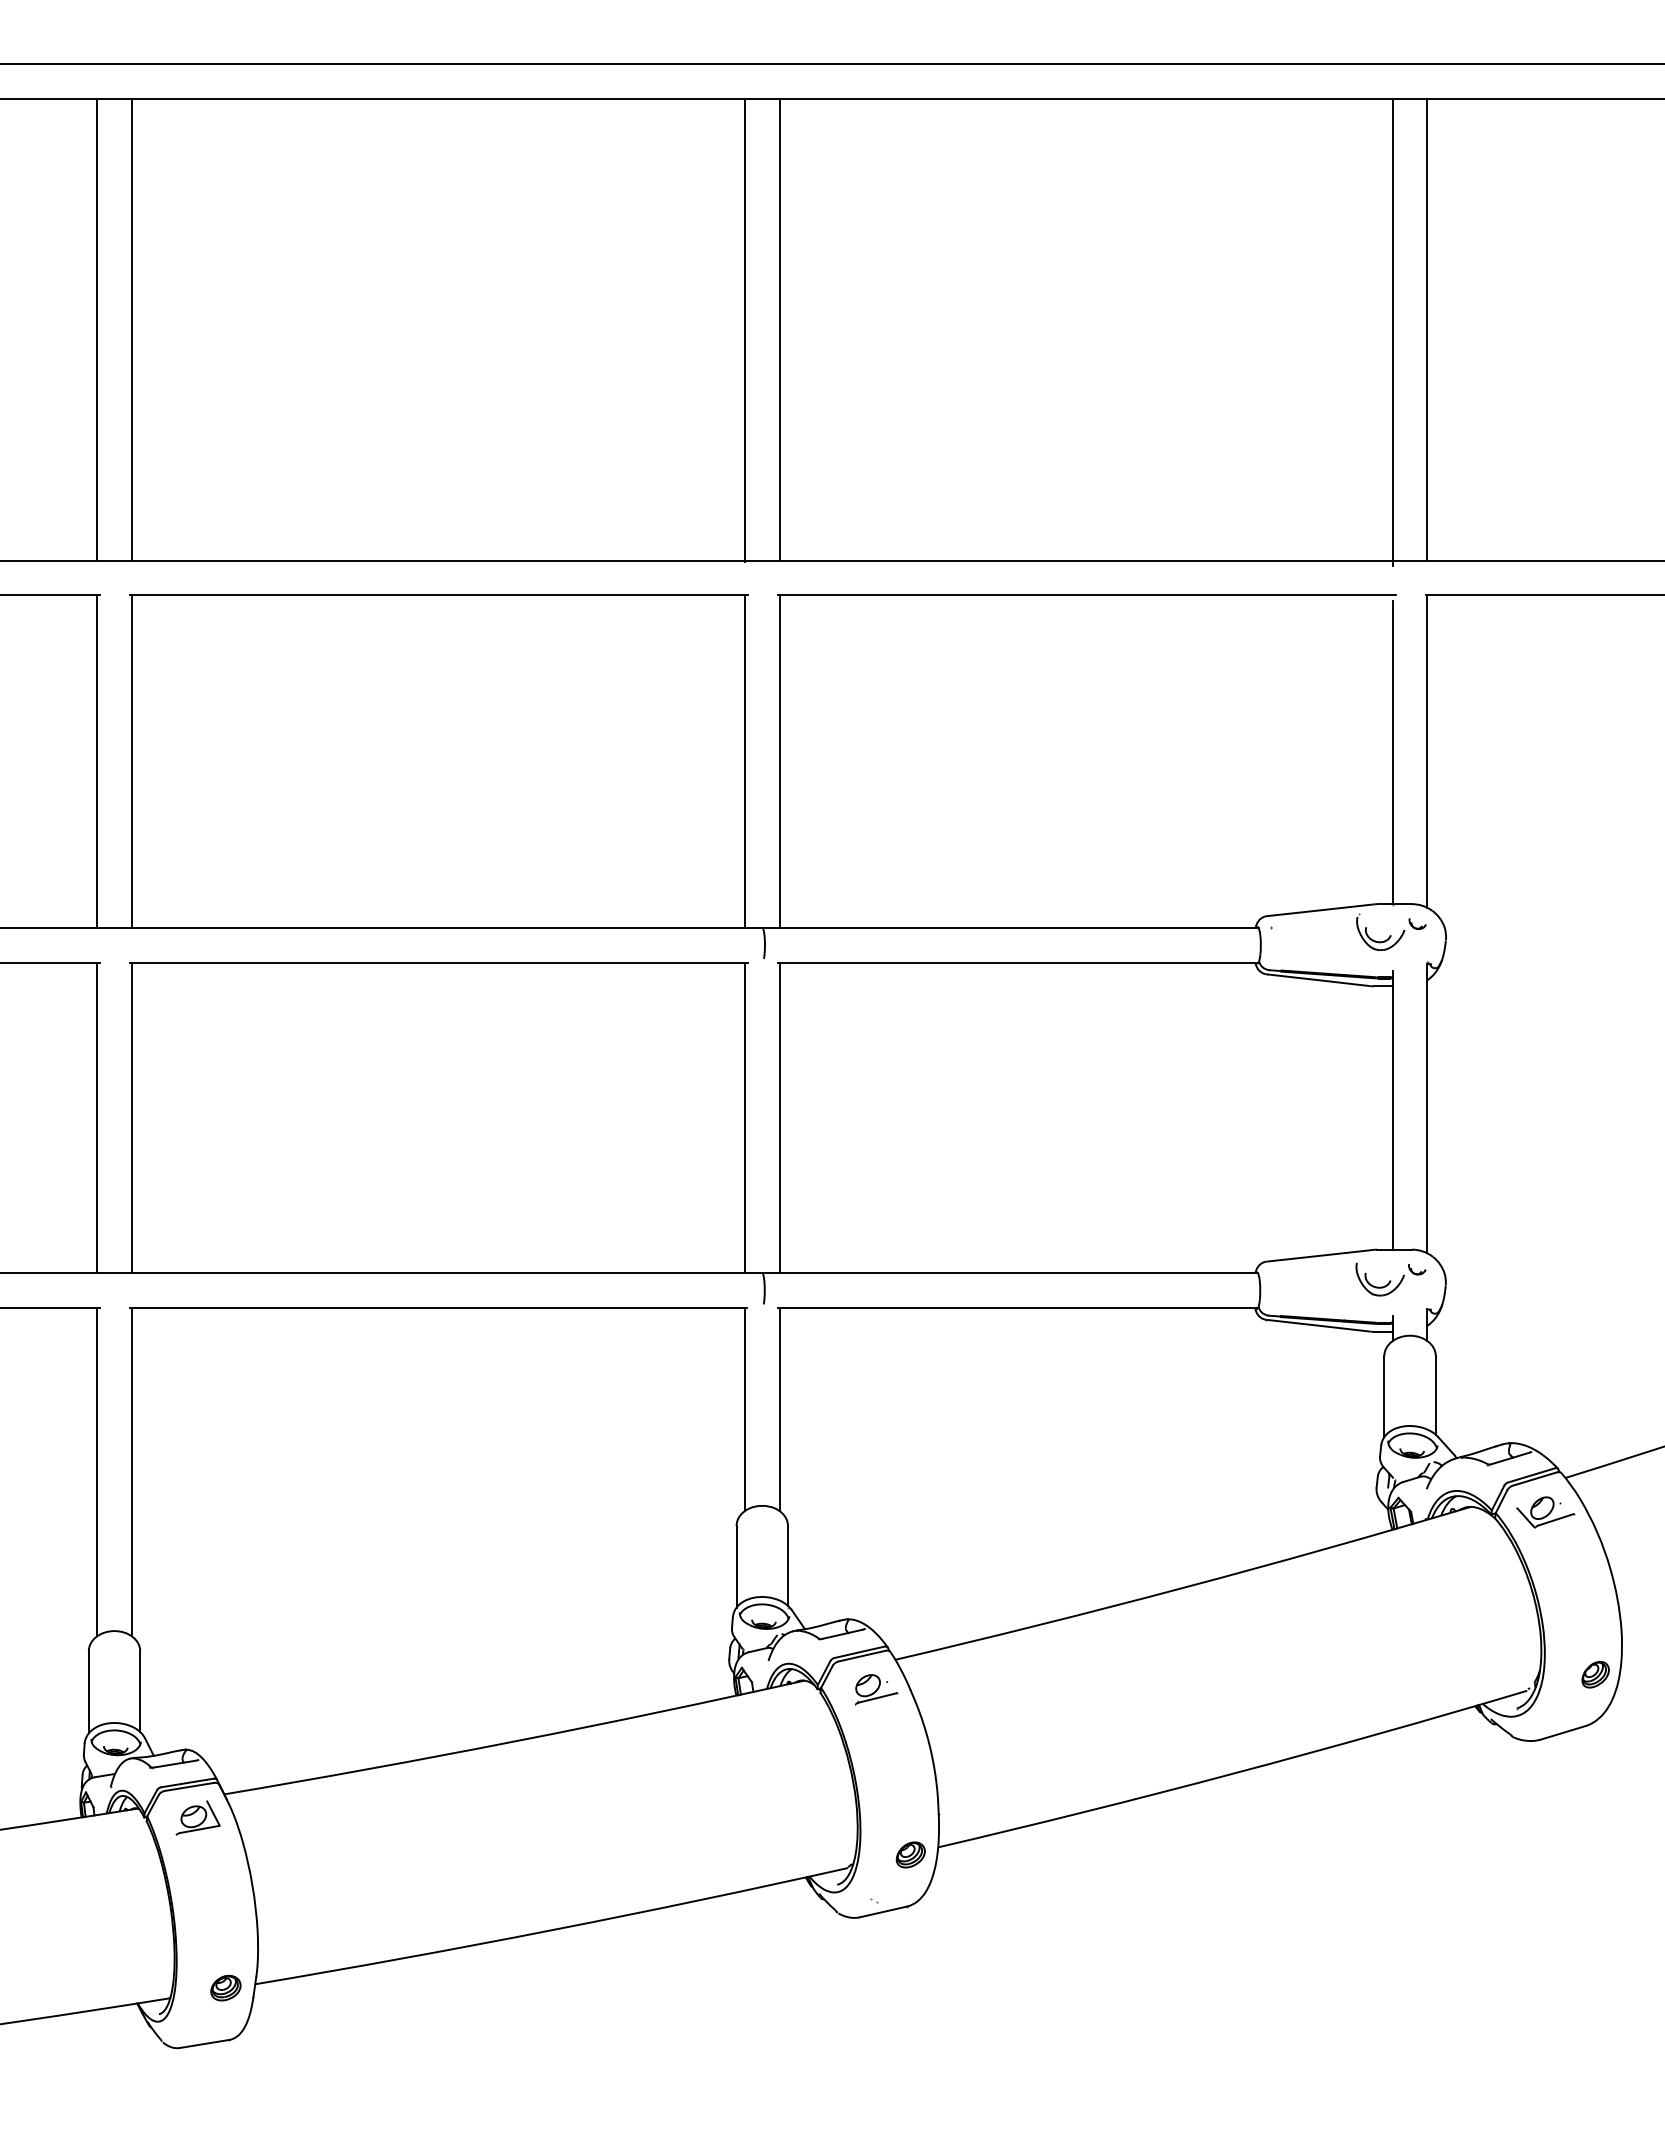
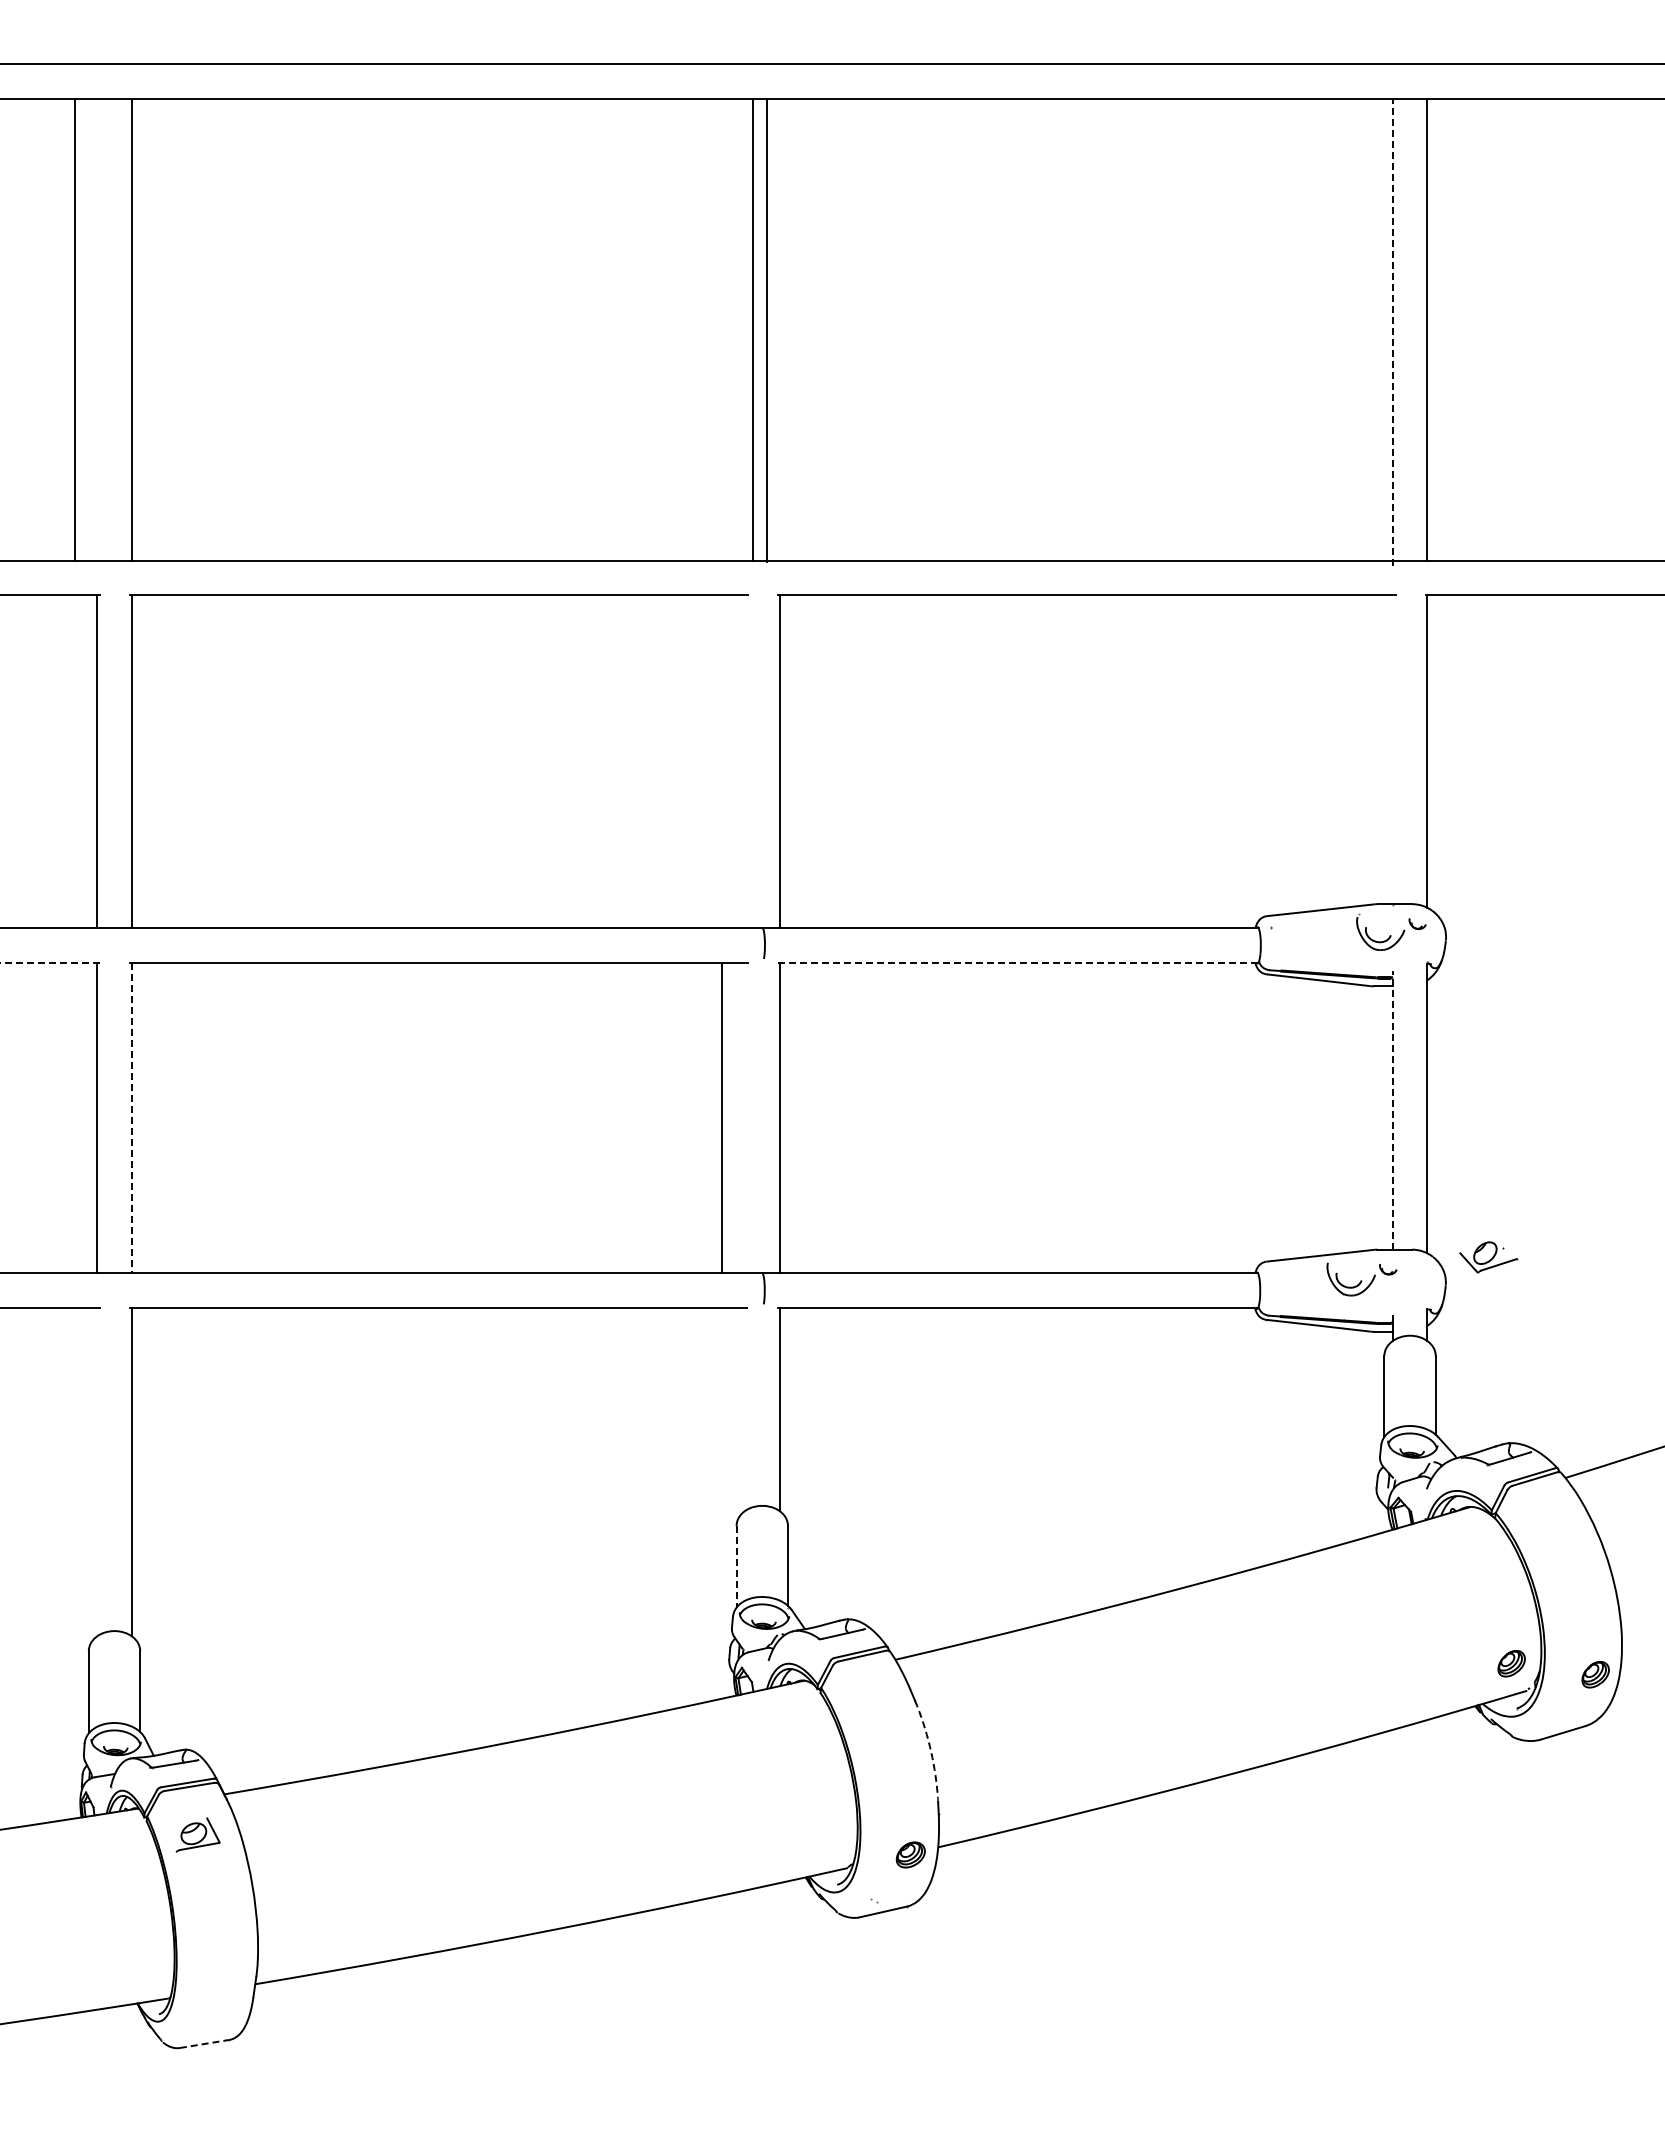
line at (97, 329) position: (97, 329) -> (75, 329)
line at (744, 329) position: (744, 329) -> (766, 329)
line at (779, 329) position: (779, 329) -> (752, 329)
line at (1392, 332): solid -> dashed
line at (1392, 752): present -> none
line at (744, 761): present -> none
line at (49, 962): solid -> dashed
line at (1019, 962): solid -> dashed
line at (1392, 1109): solid -> dashed
line at (744, 1117) position: (744, 1117) -> (721, 1117)
line at (131, 1118): solid -> dashed
part at (1390, 1279) position: (1390, 1279) -> (1361, 1279)
line at (744, 1409): present -> none
line at (97, 1472): present -> none
part at (1545, 1512) position: (1545, 1512) -> (1488, 1257)
line at (736, 1566): solid -> dashed
part at (1511, 1663): none -> present
part at (876, 1689): present -> none
line at (931, 1753): solid -> dashed
part at (197, 1817) position: (197, 1817) -> (197, 1834)
part at (225, 1987): present -> none
line at (204, 2043): solid -> dashed
